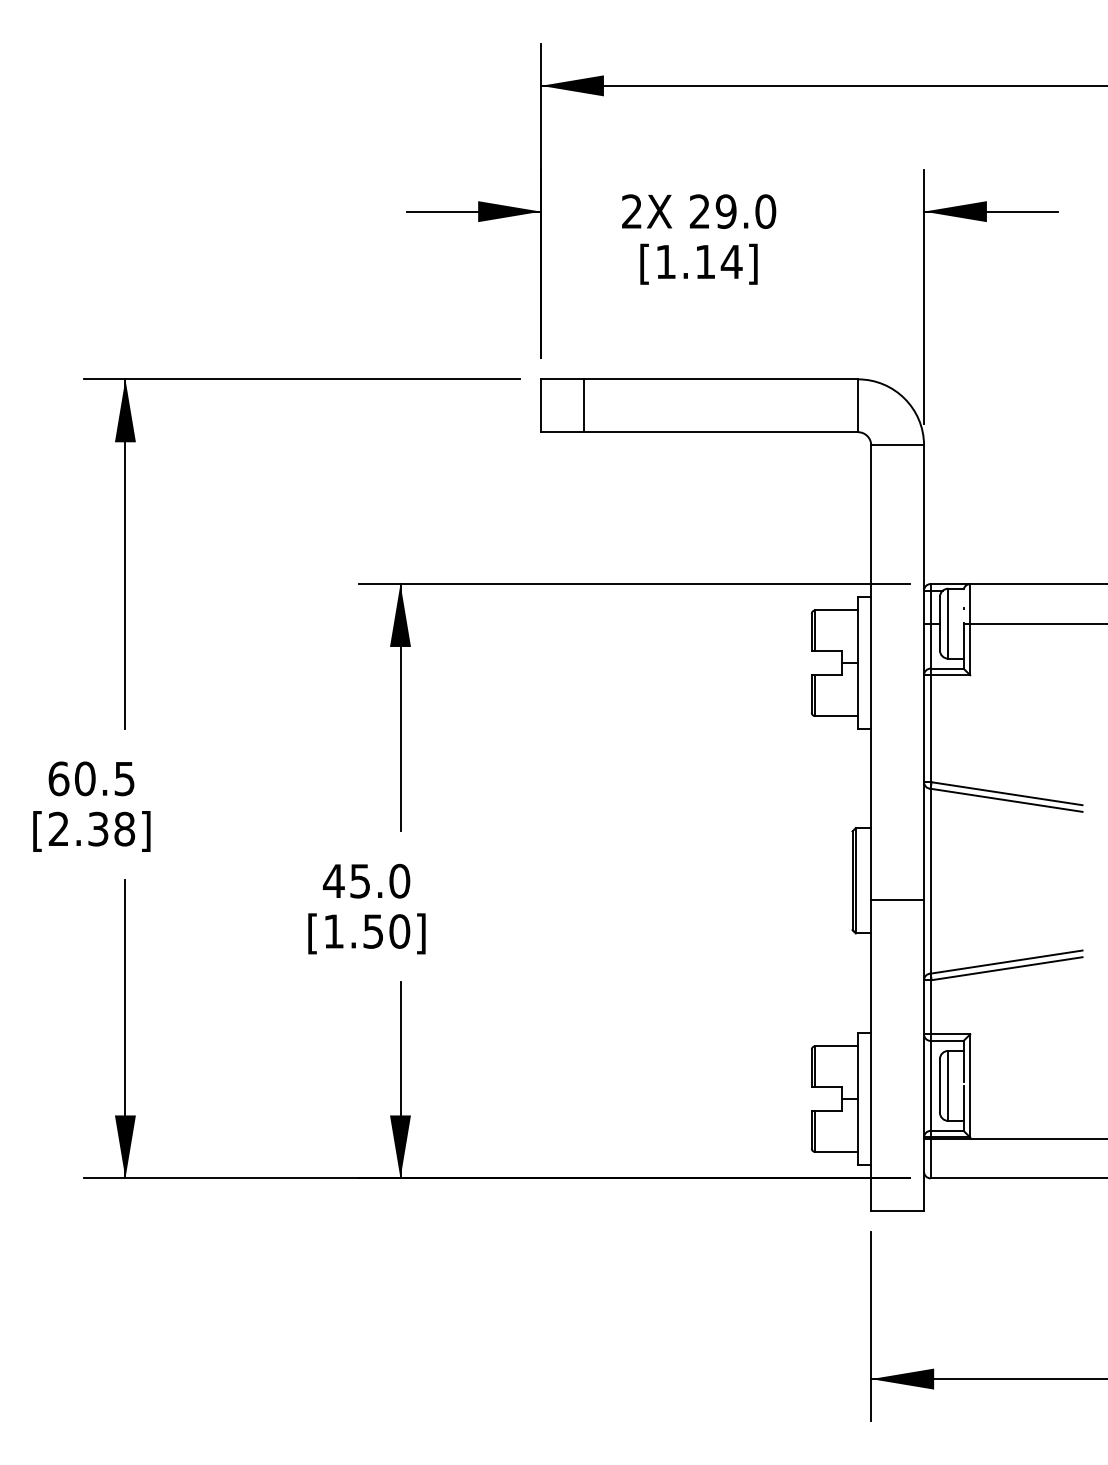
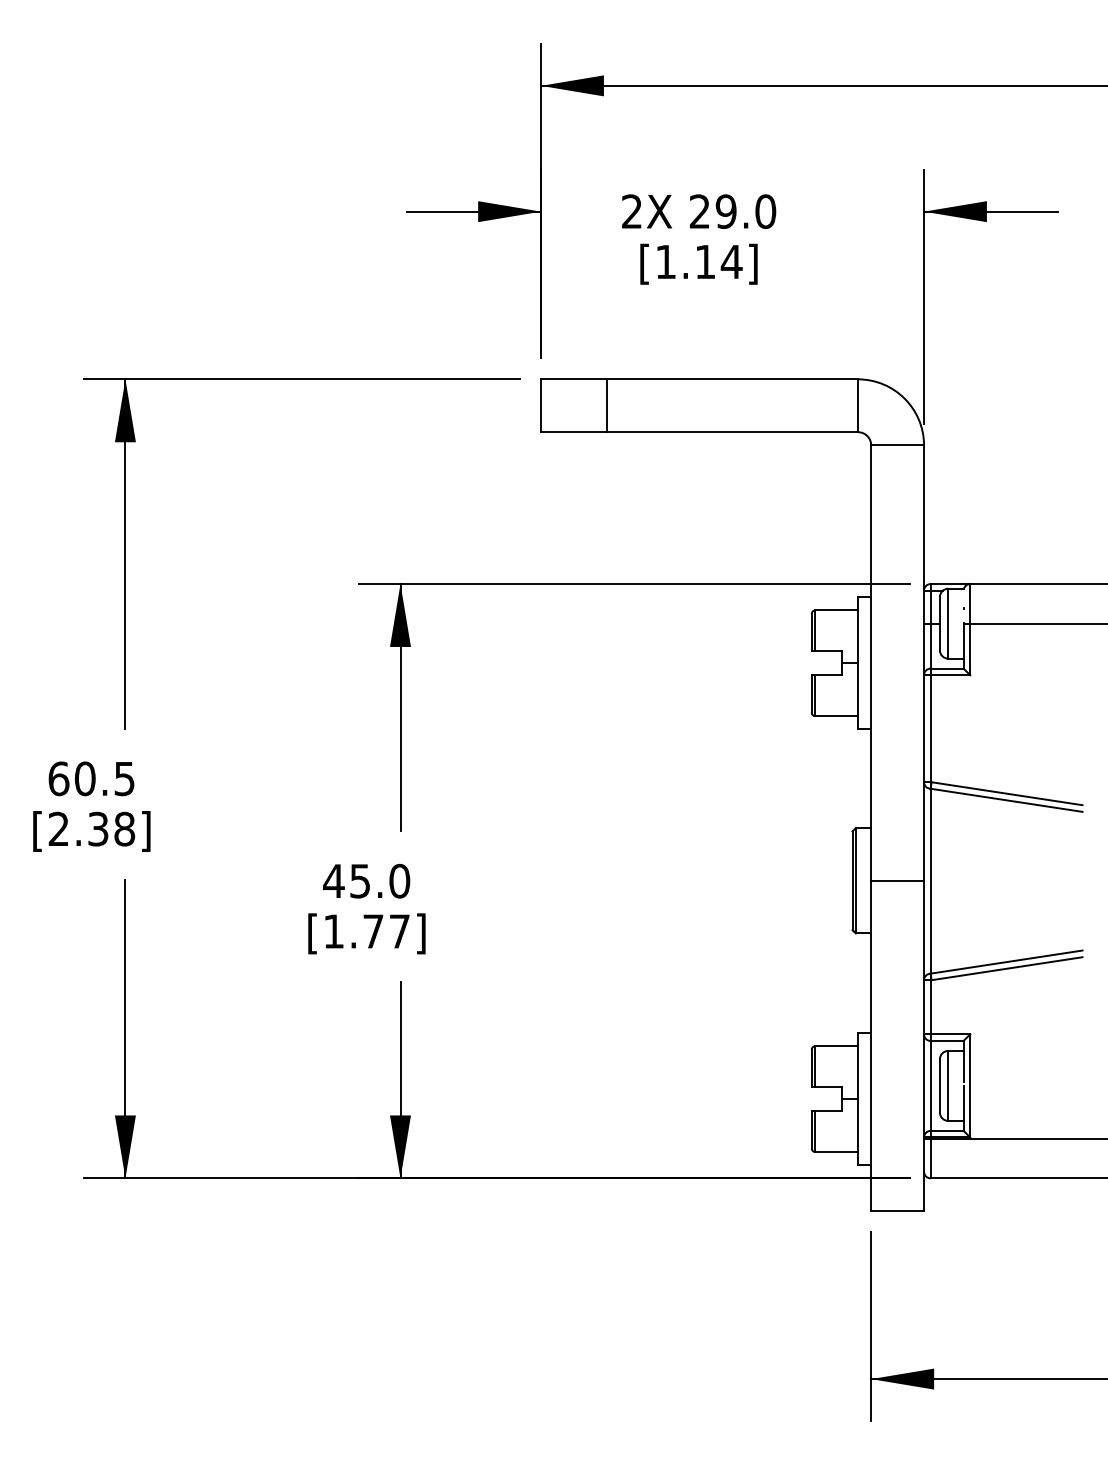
line at (584, 405) position: (584, 405) -> (607, 405)
line at (897, 900) position: (897, 900) -> (897, 881)
text at (386, 931): [1.50] -> [1.77]
